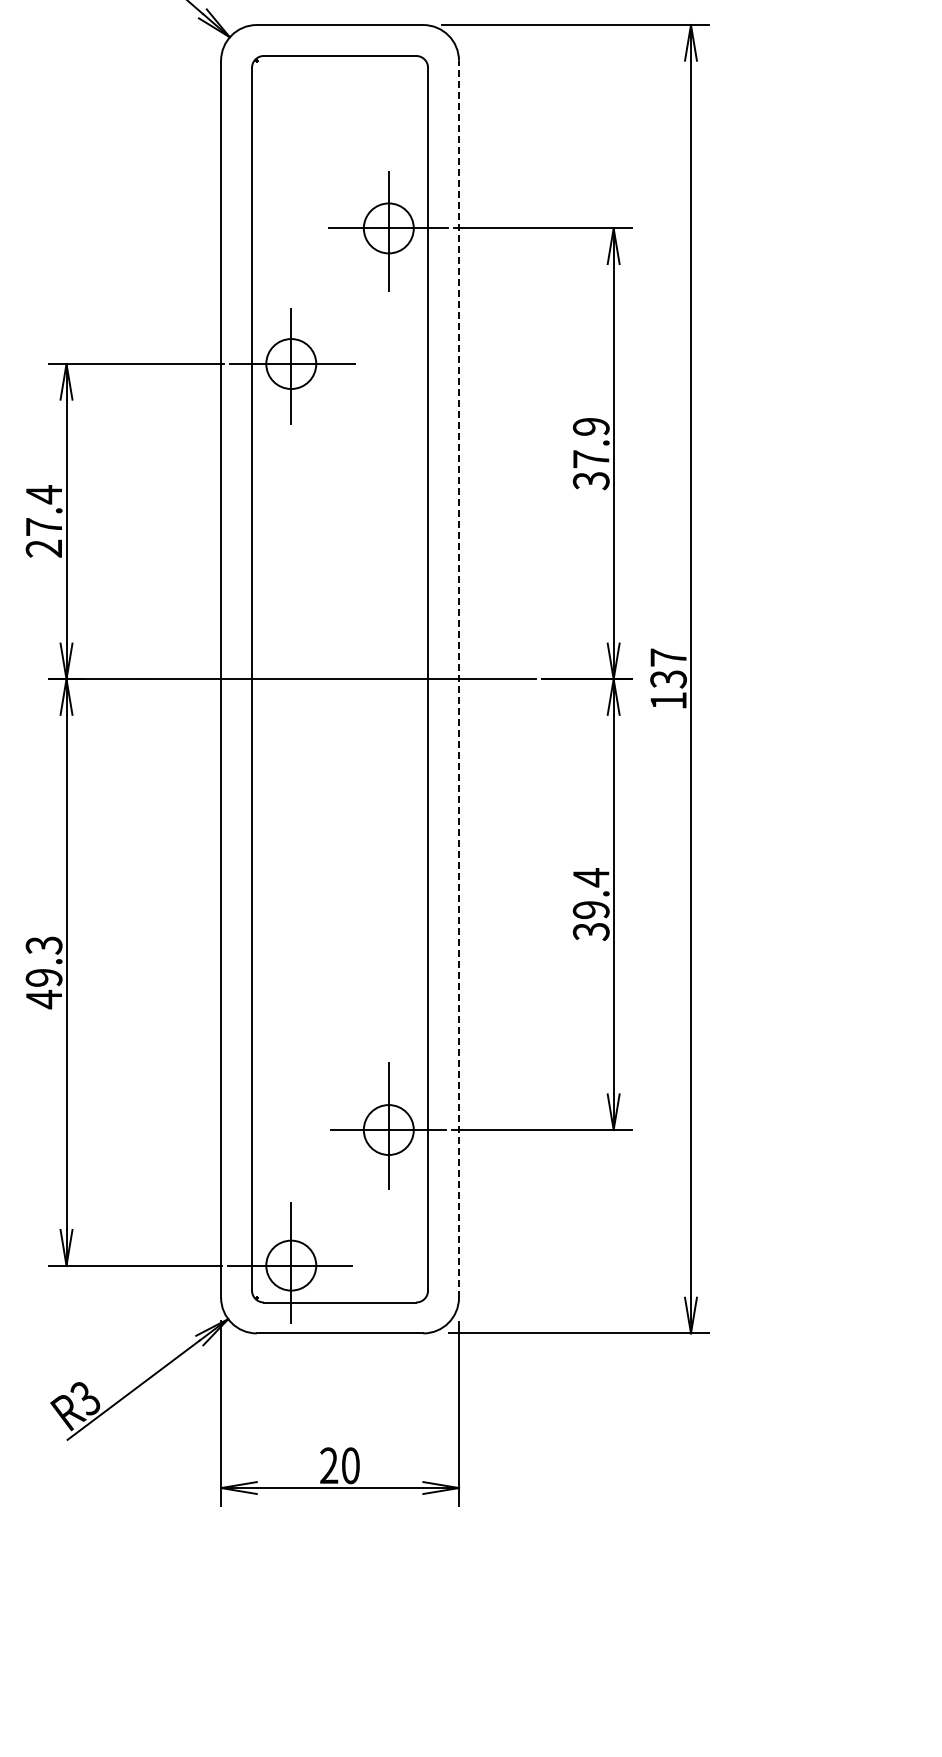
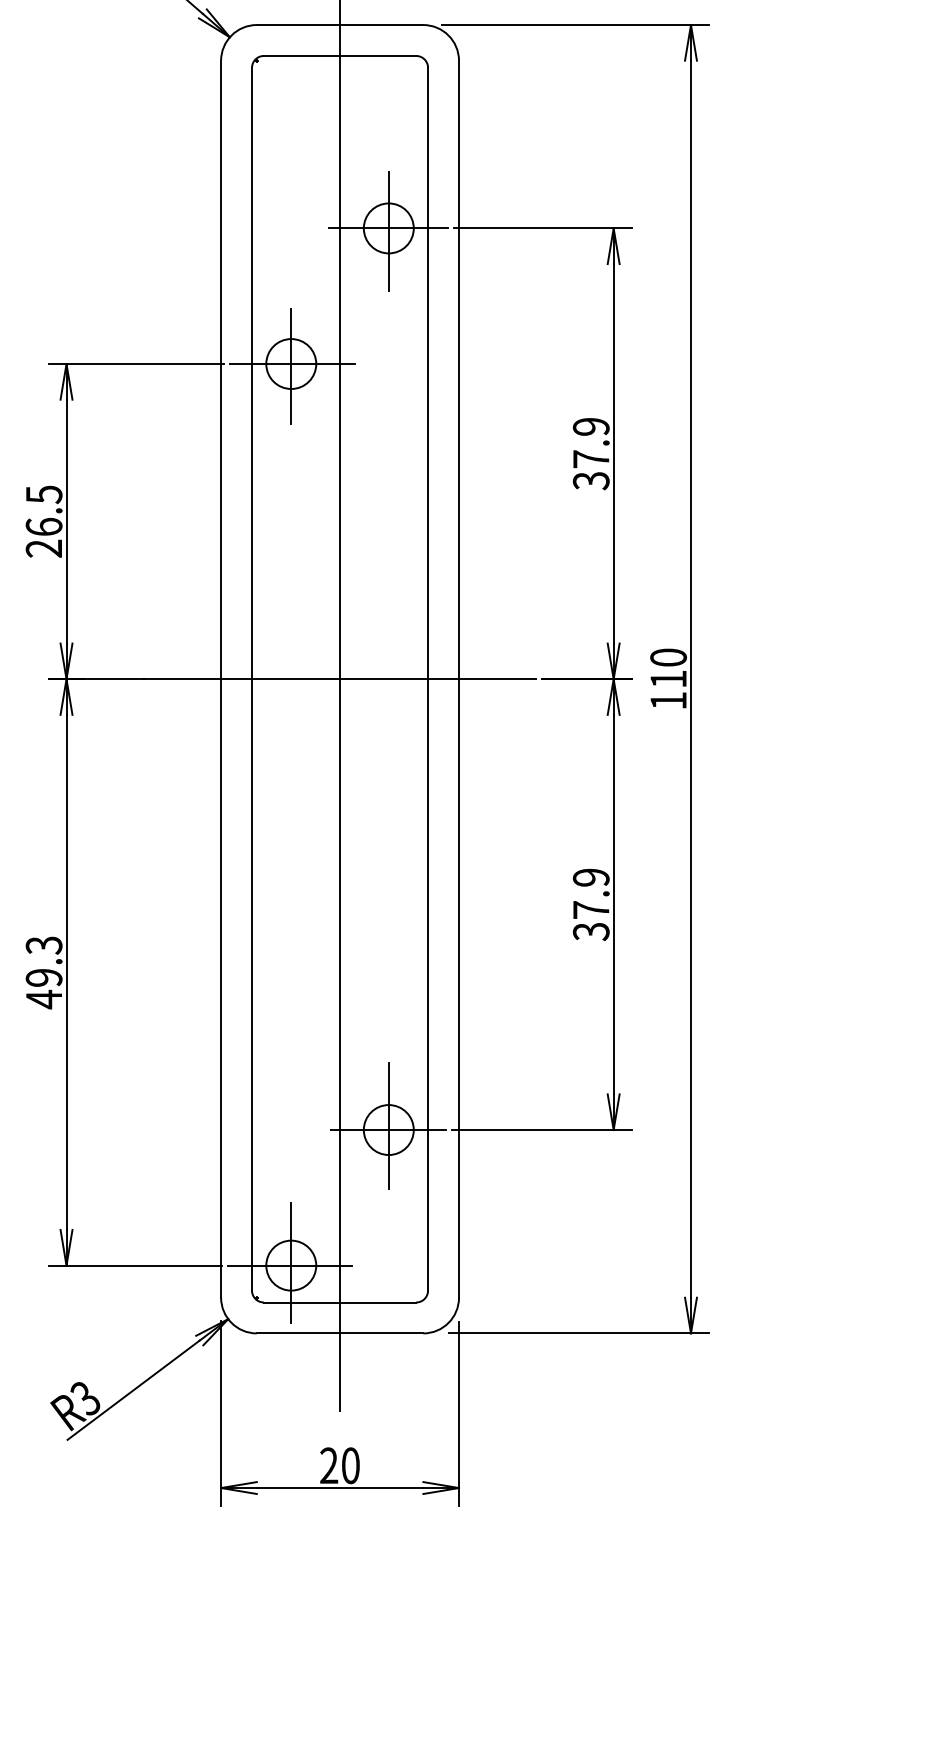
text at (43, 510): 27.4 -> 26.5
text at (668, 668): 137 -> 110
line at (459, 679): dashed -> solid
line at (340, 706): none -> present
text at (590, 893): 39.4 -> 37.9
